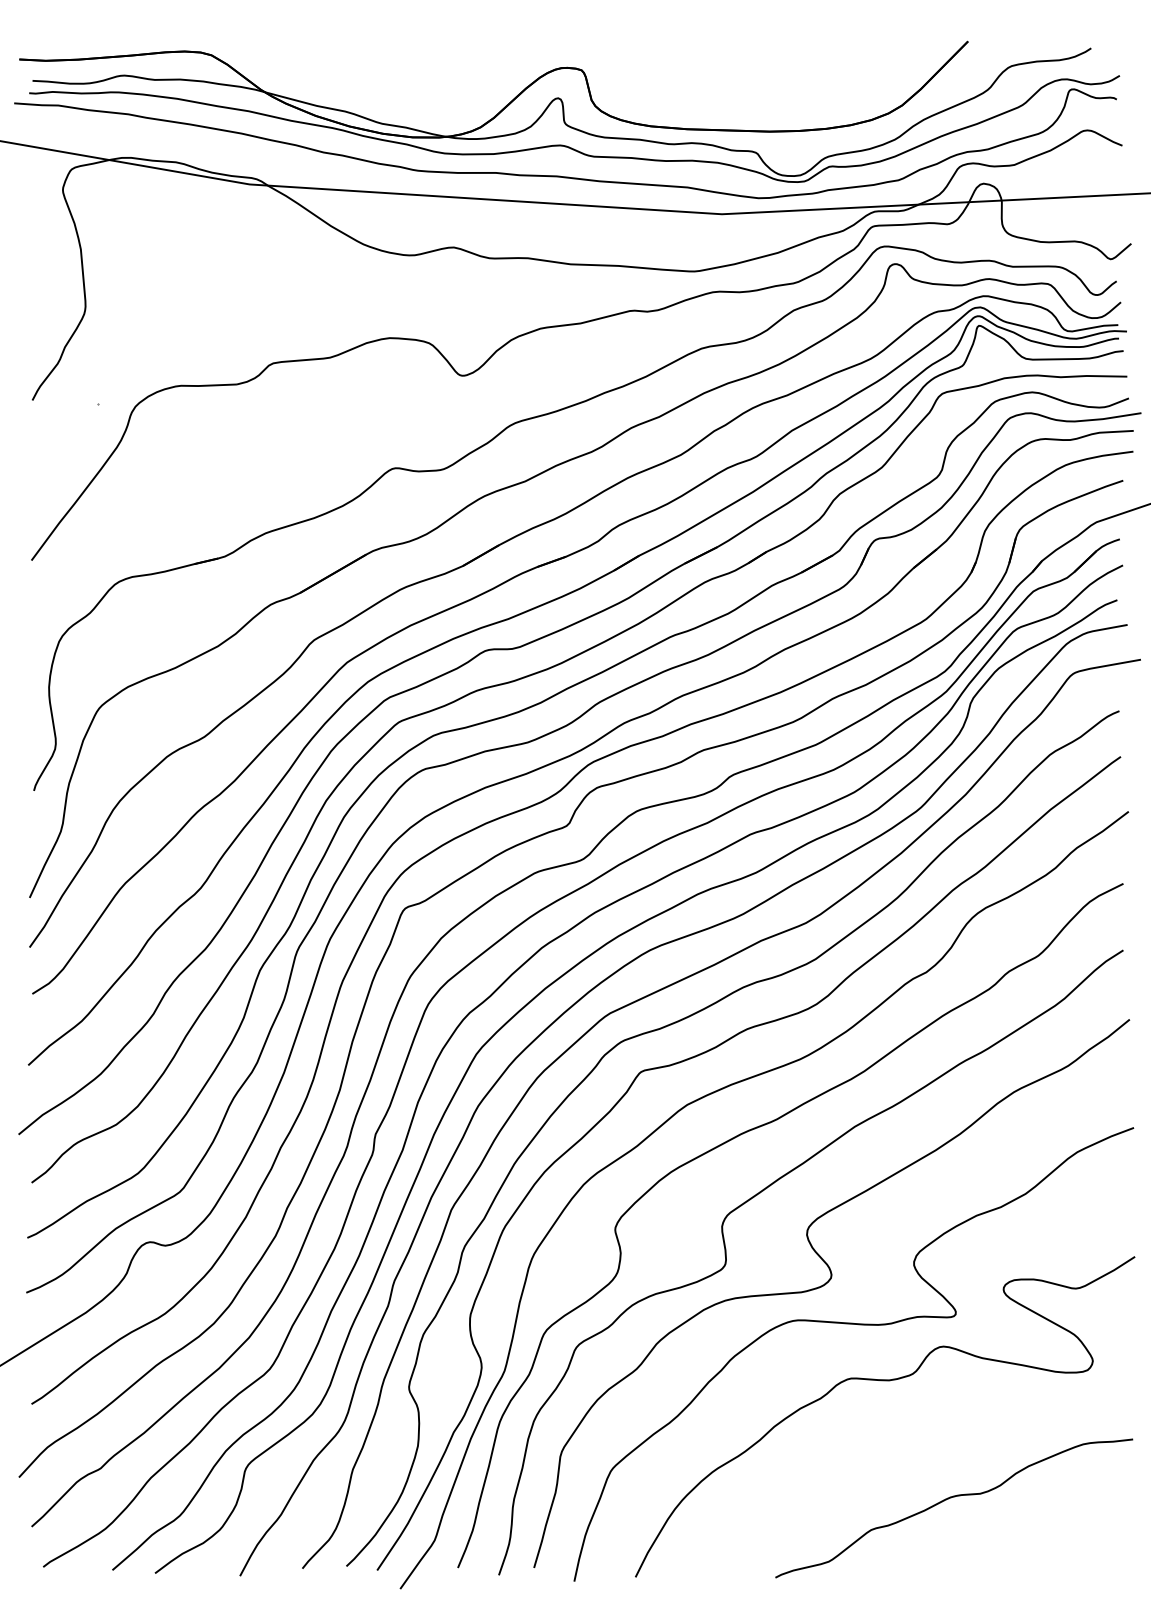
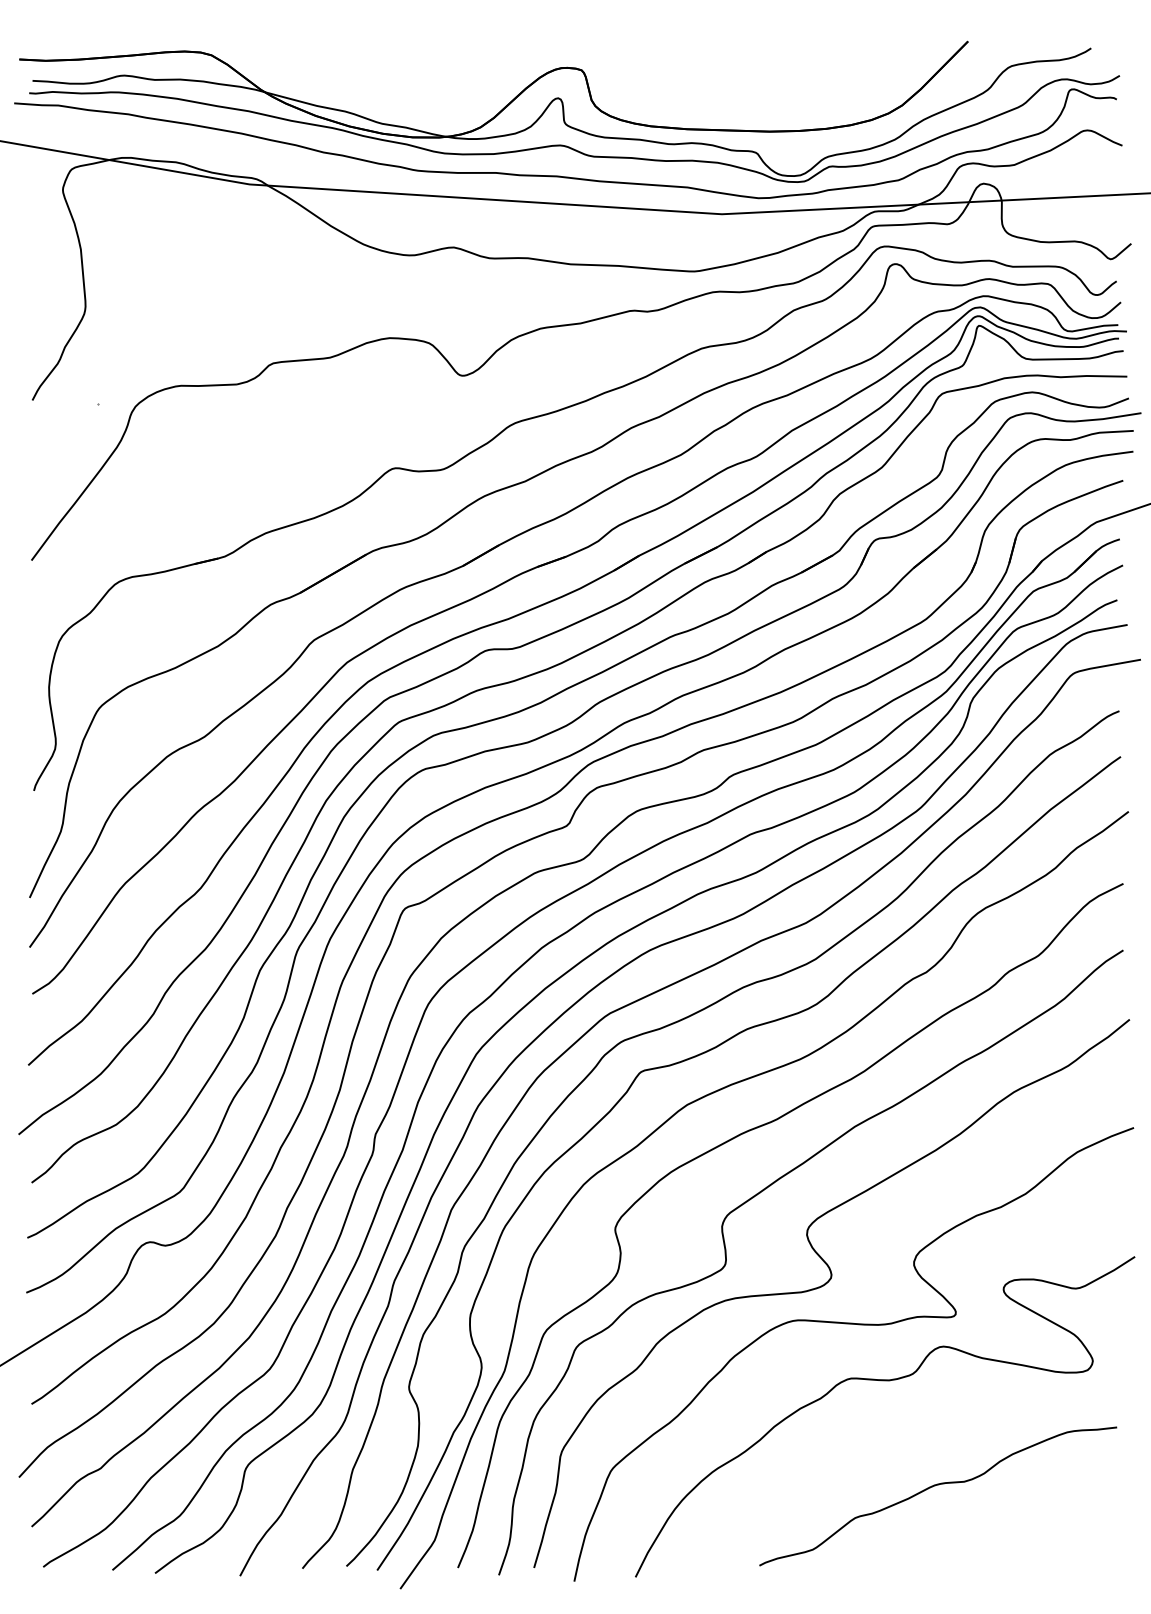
curve at (951, 1498) position: (951, 1498) -> (935, 1486)
